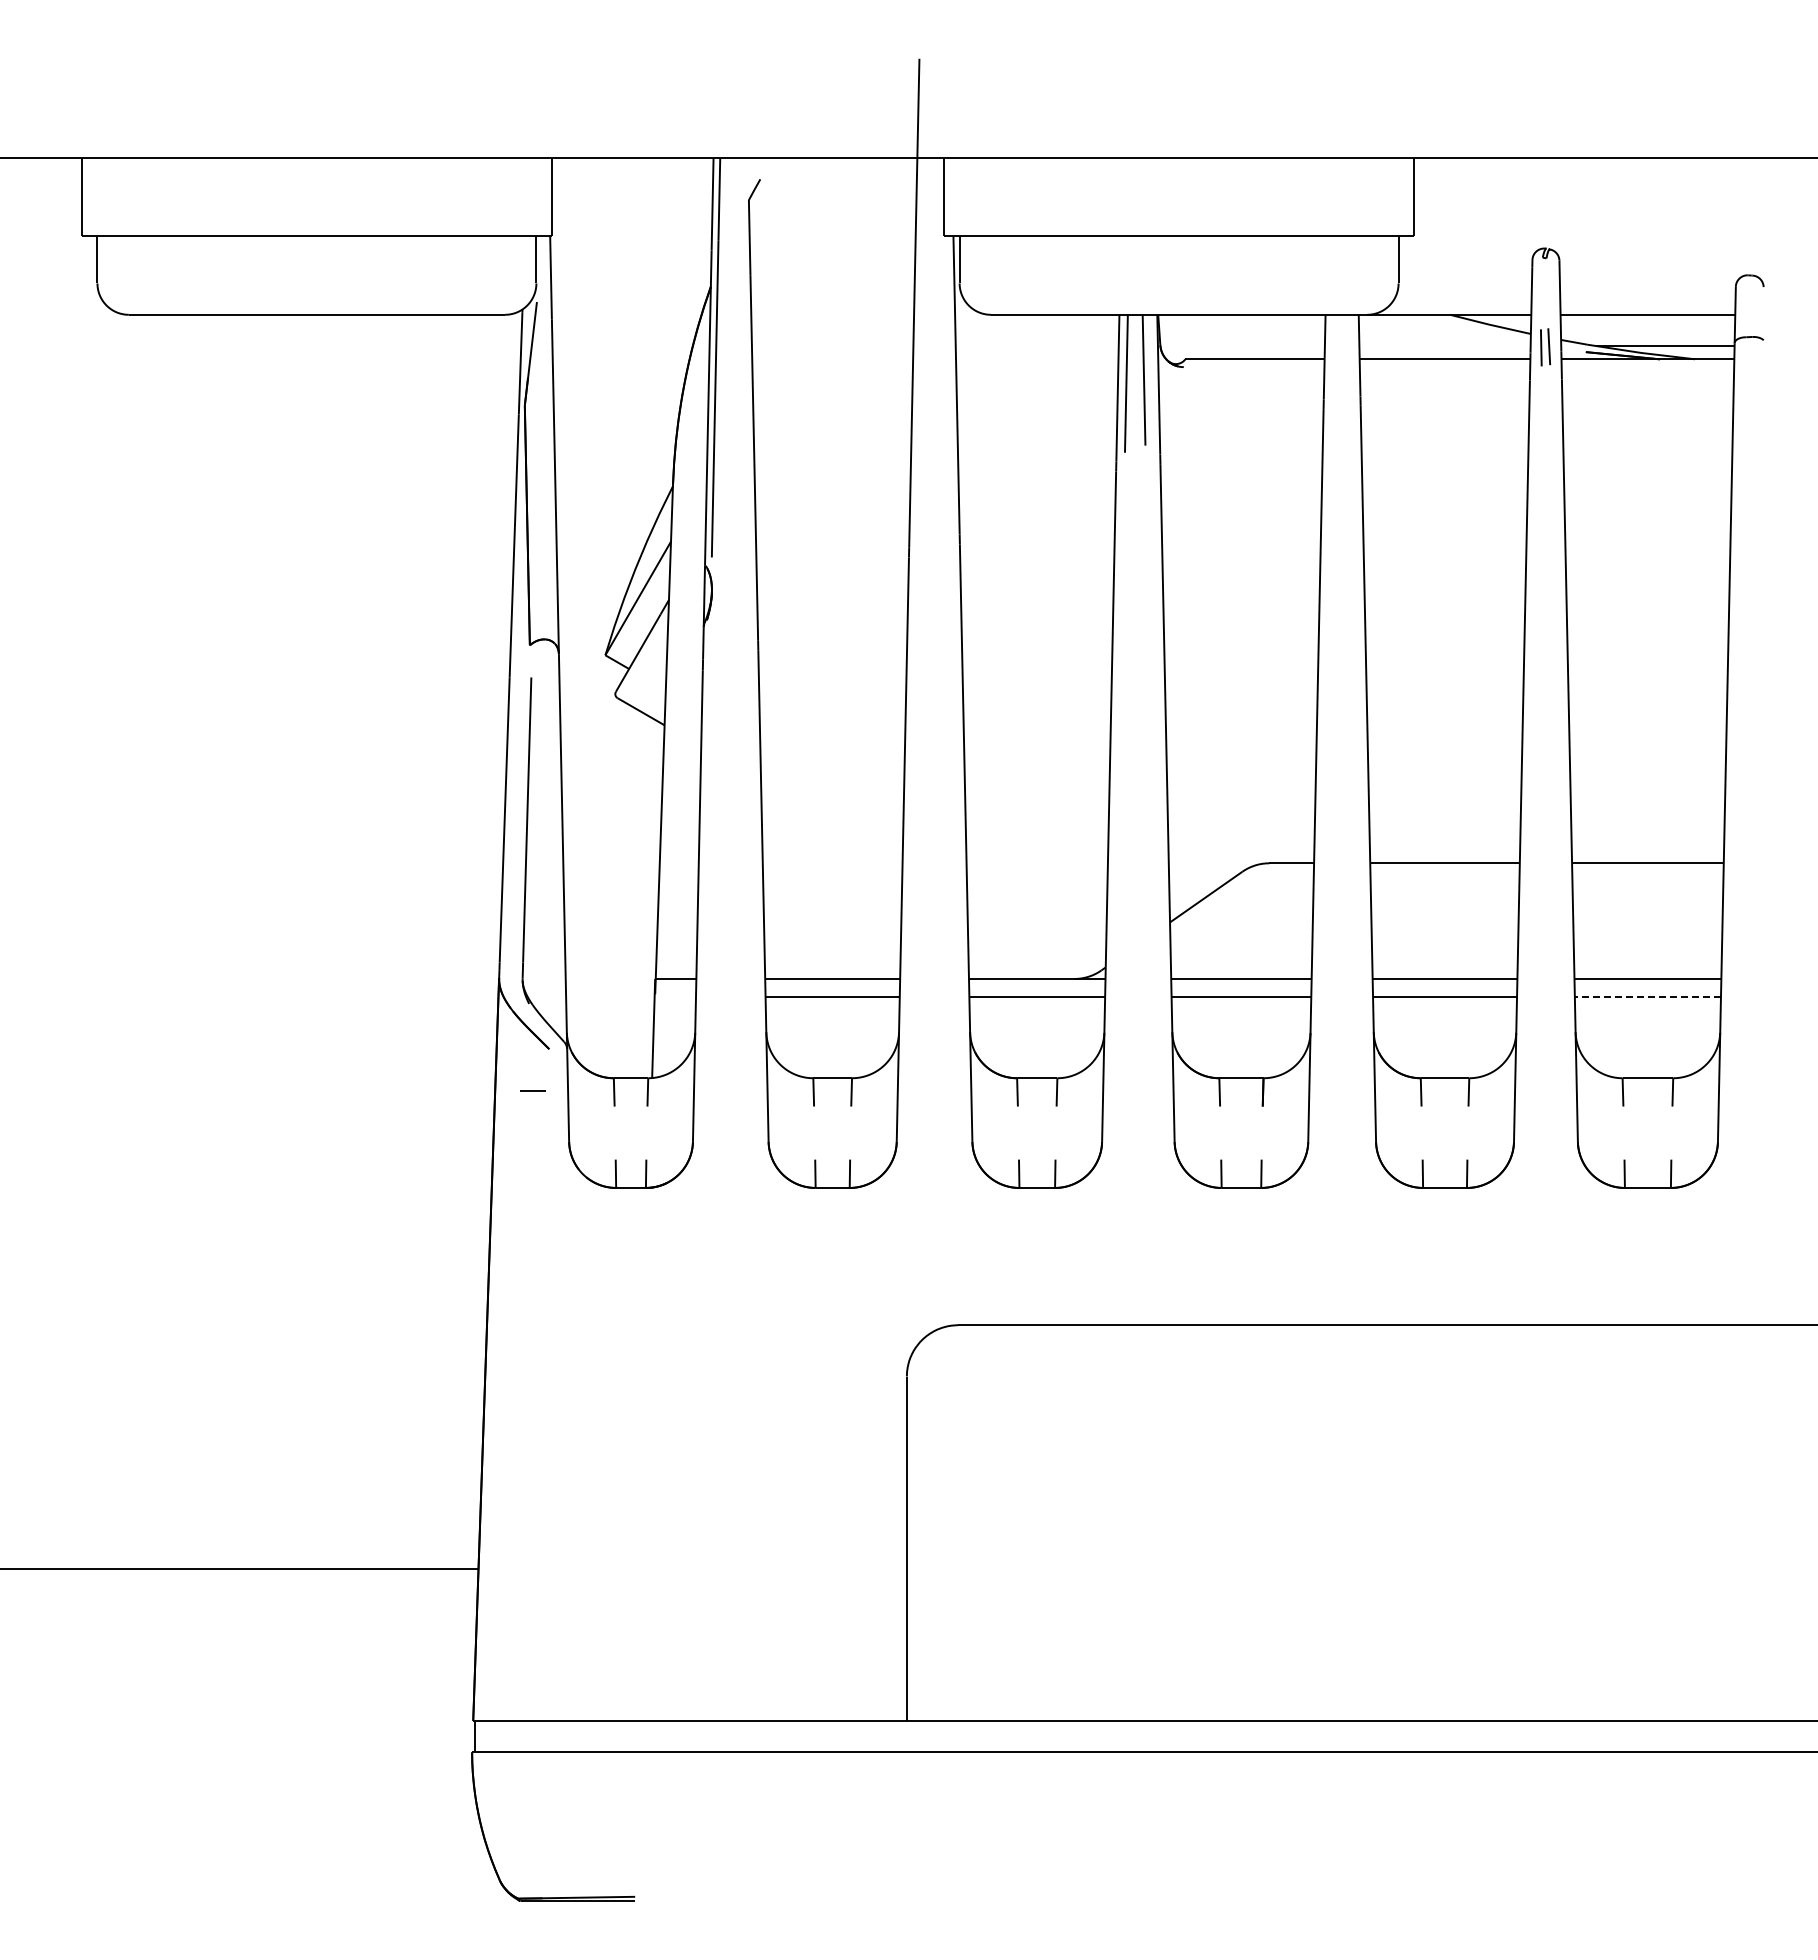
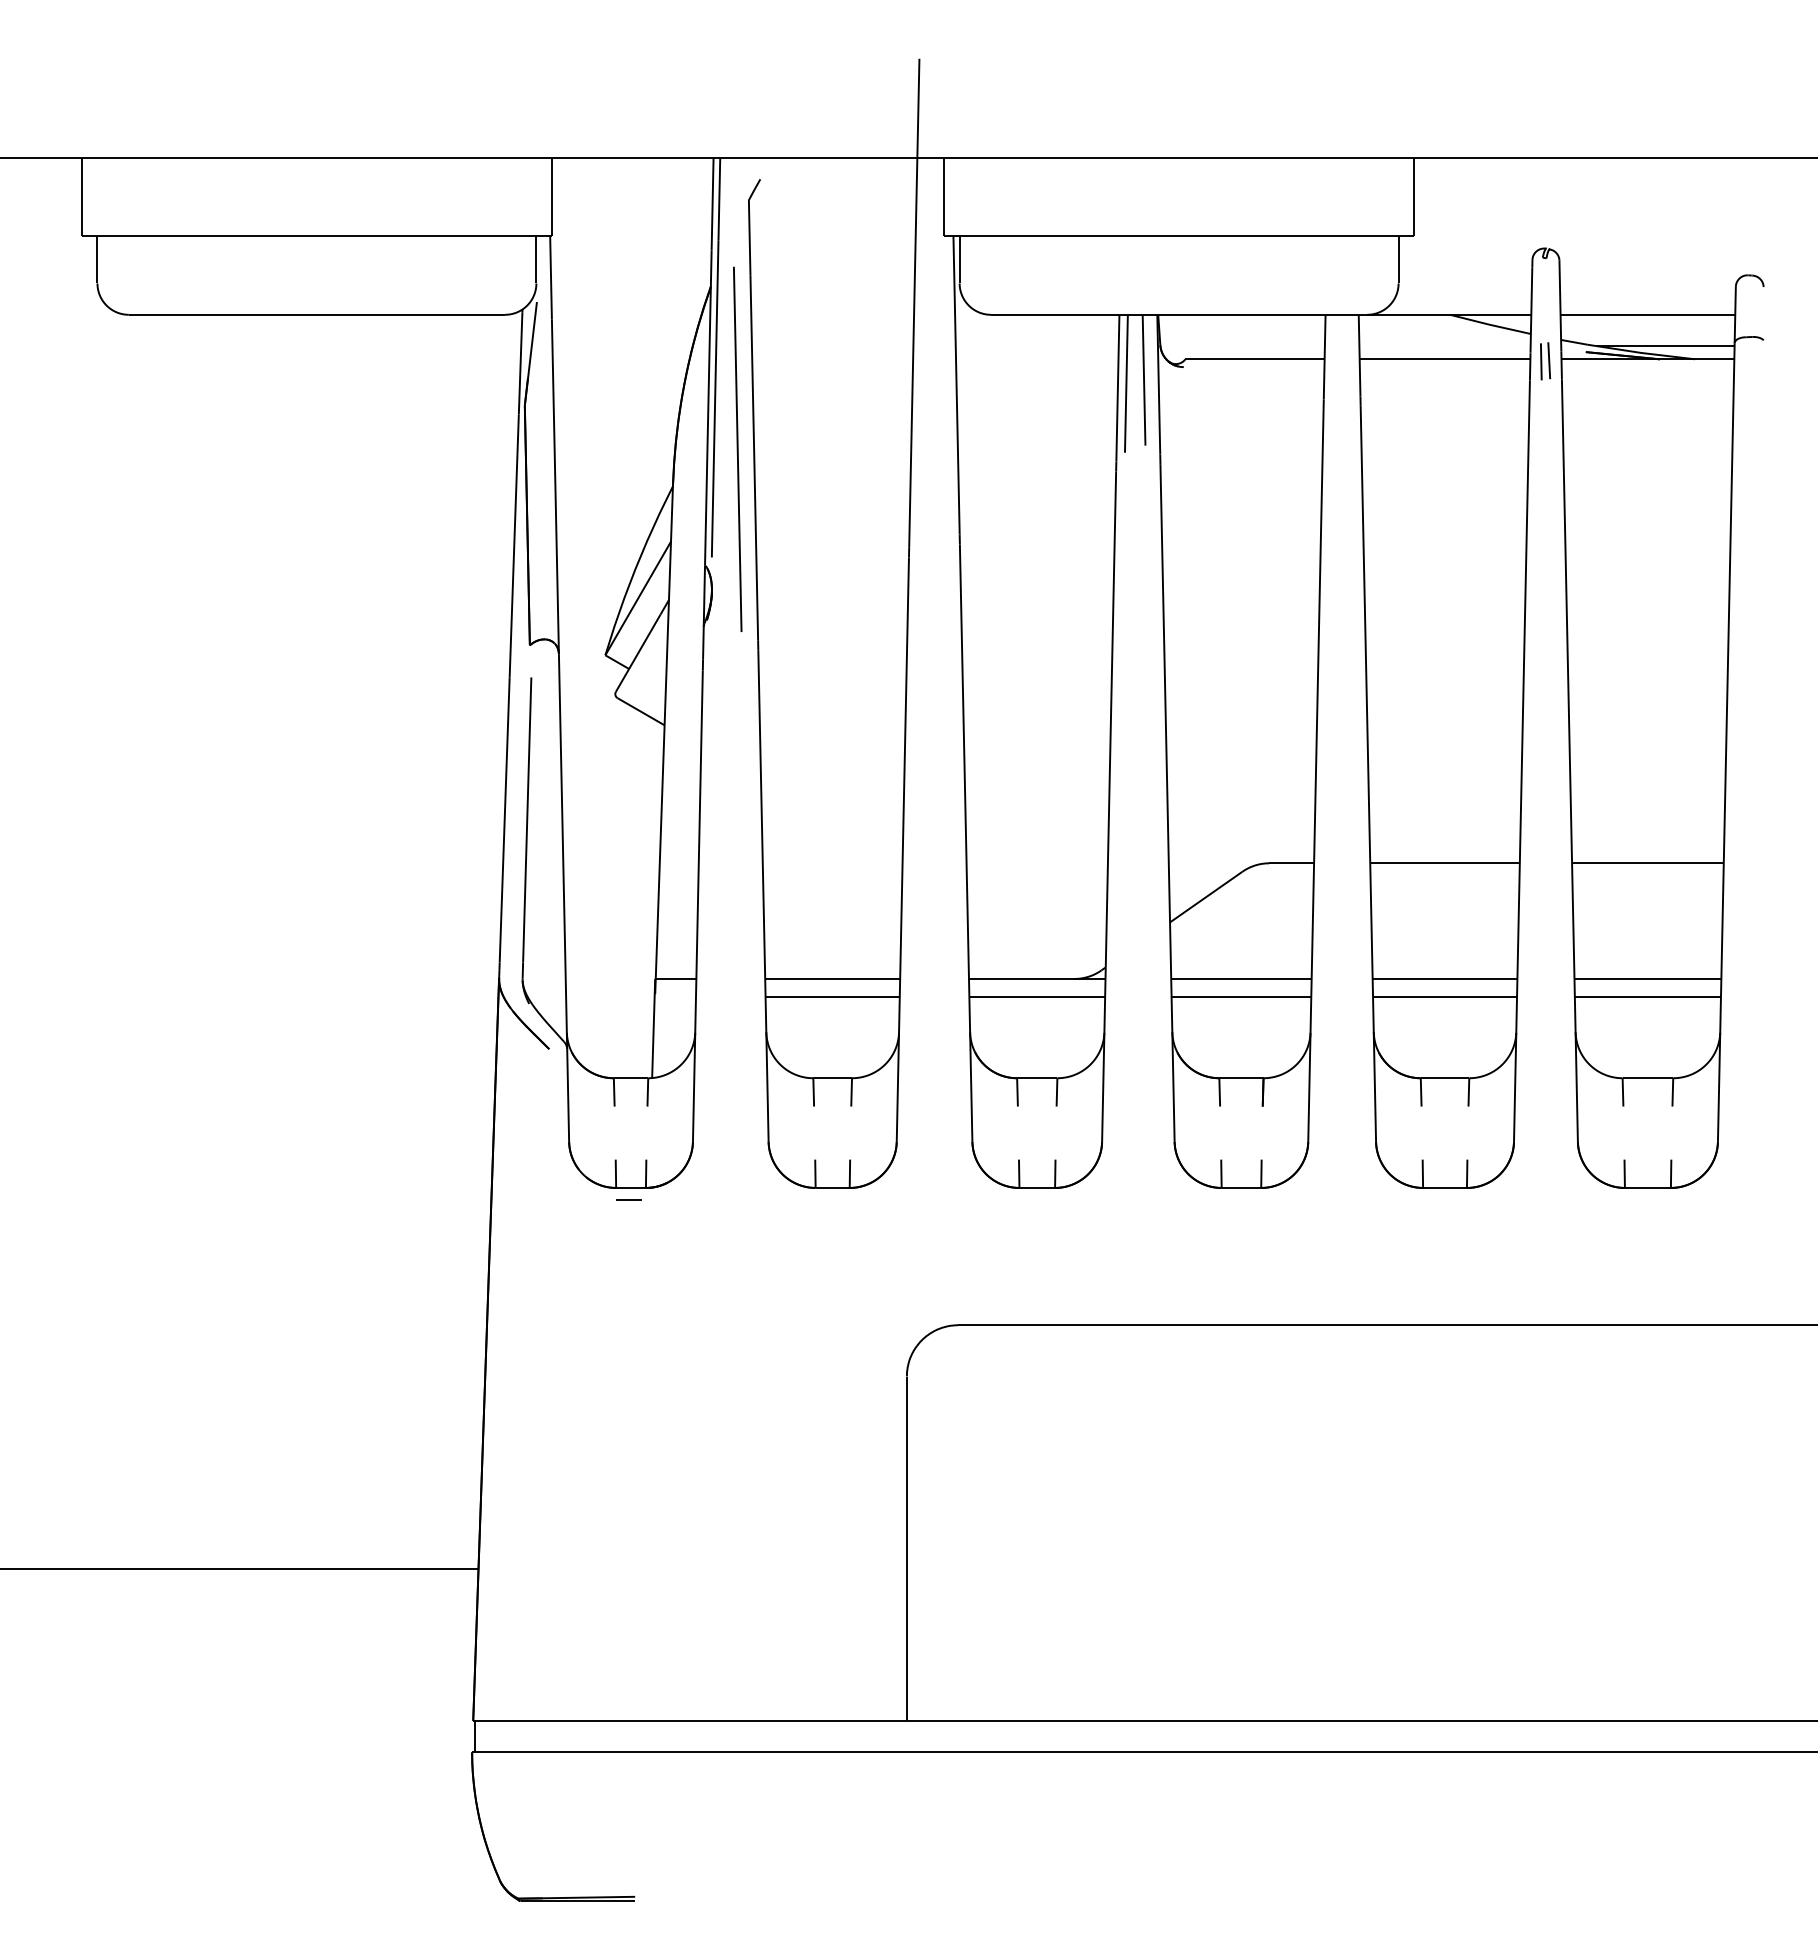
part at (1545, 347) position: (1545, 347) -> (1545, 361)
line at (737, 448): none -> present
line at (1647, 996): dashed -> solid
line at (532, 1090) position: (532, 1090) -> (628, 1199)
